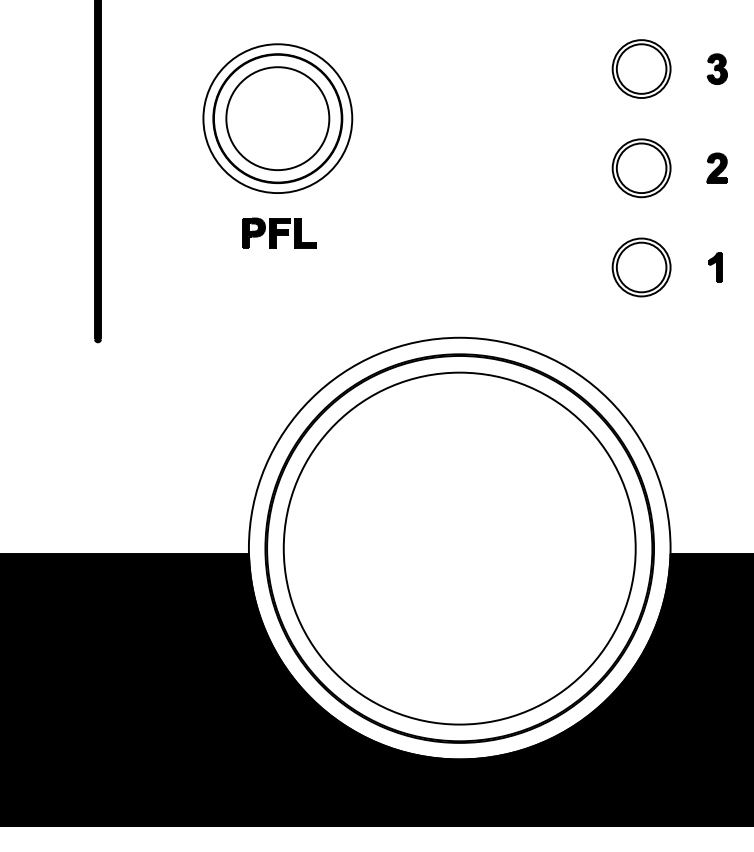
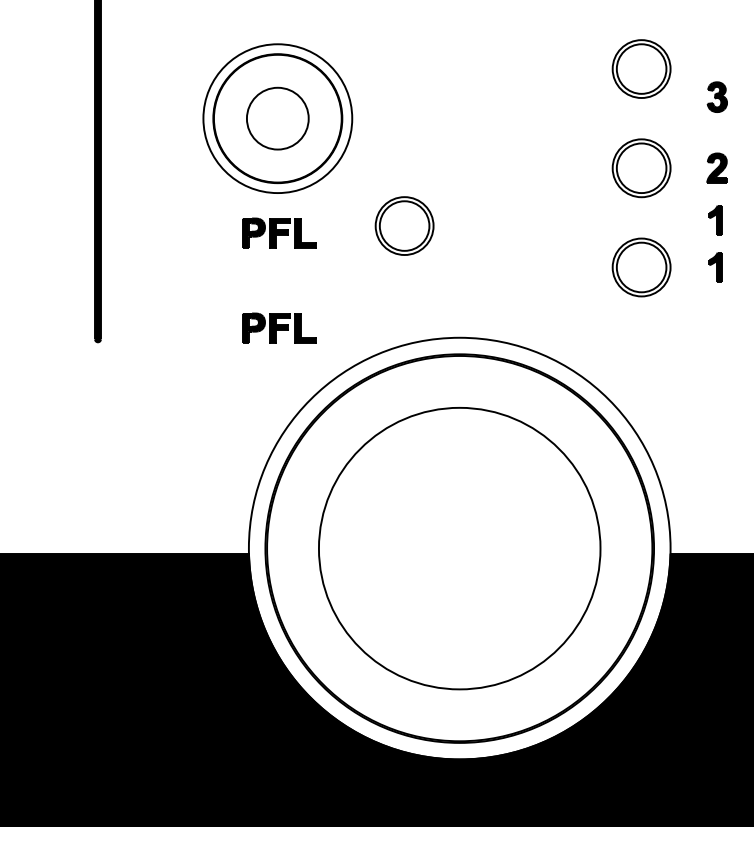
part at (716, 68) position: (716, 68) -> (716, 96)
circle at (277, 118) diameter: 103 px -> 62 px
part at (715, 220): none -> present
part at (404, 225): none -> present
part at (279, 327): none -> present
circle at (459, 548) diameter: 352 px -> 282 px
